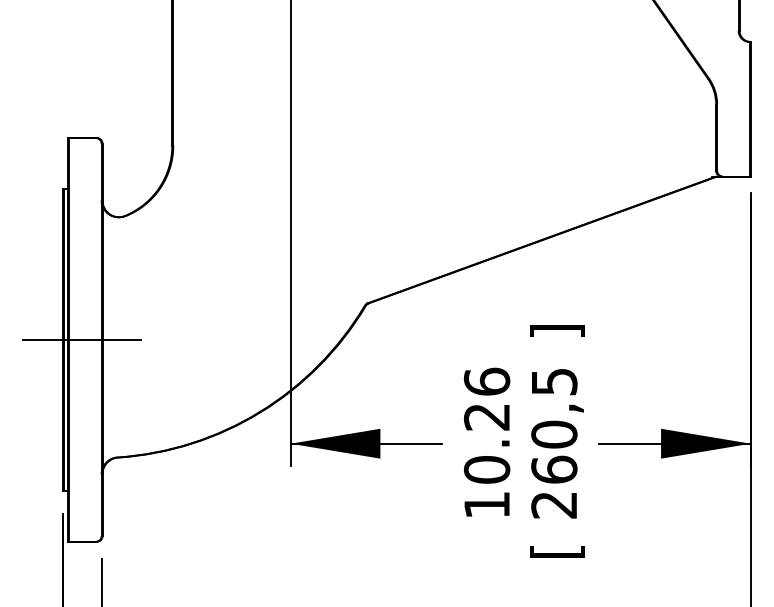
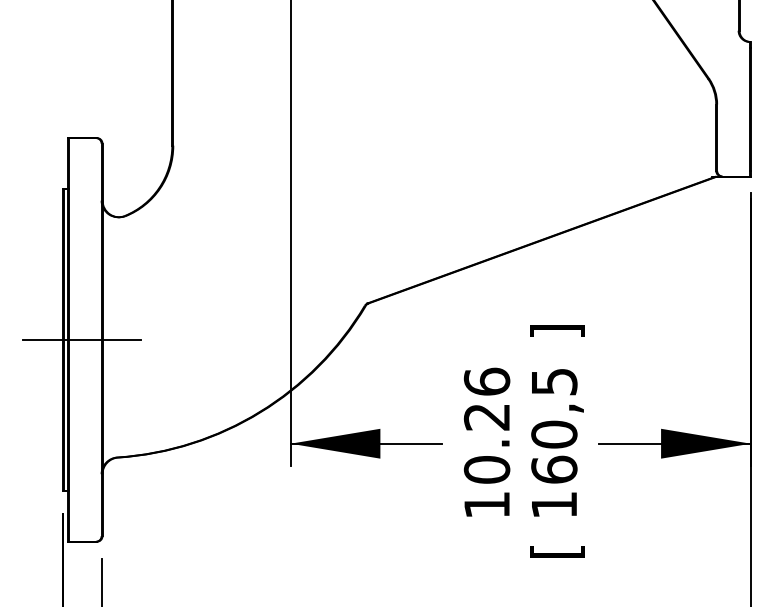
text at (553, 505): 260,5 -> 160,5
